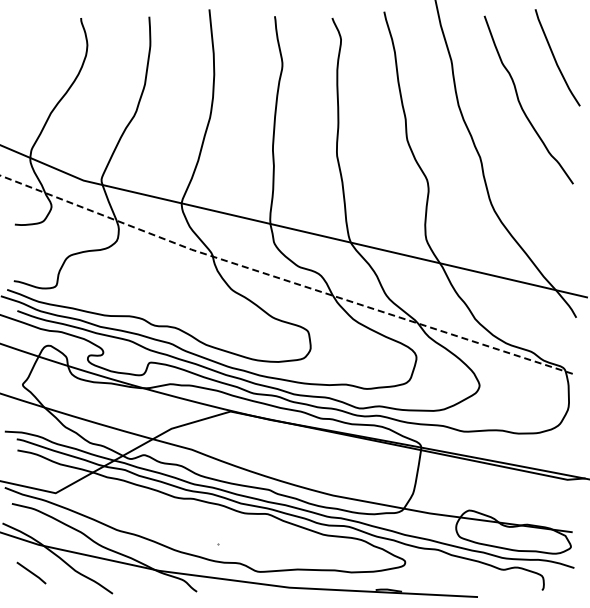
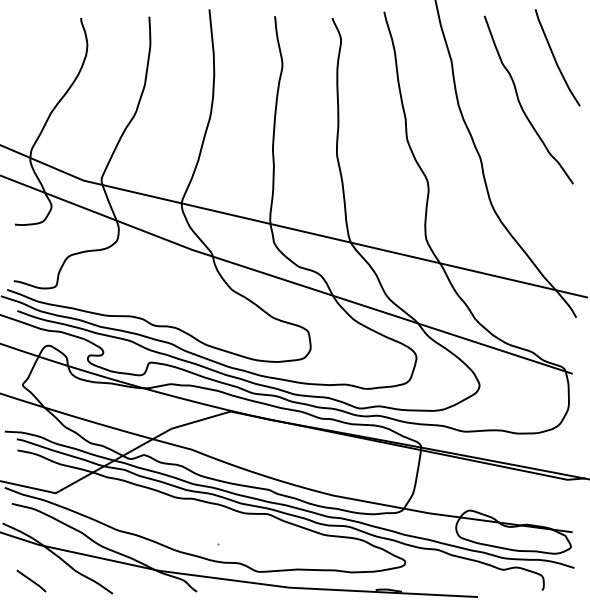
line at (284, 279): dashed -> solid
line at (31, 572) position: (31, 572) -> (31, 580)
